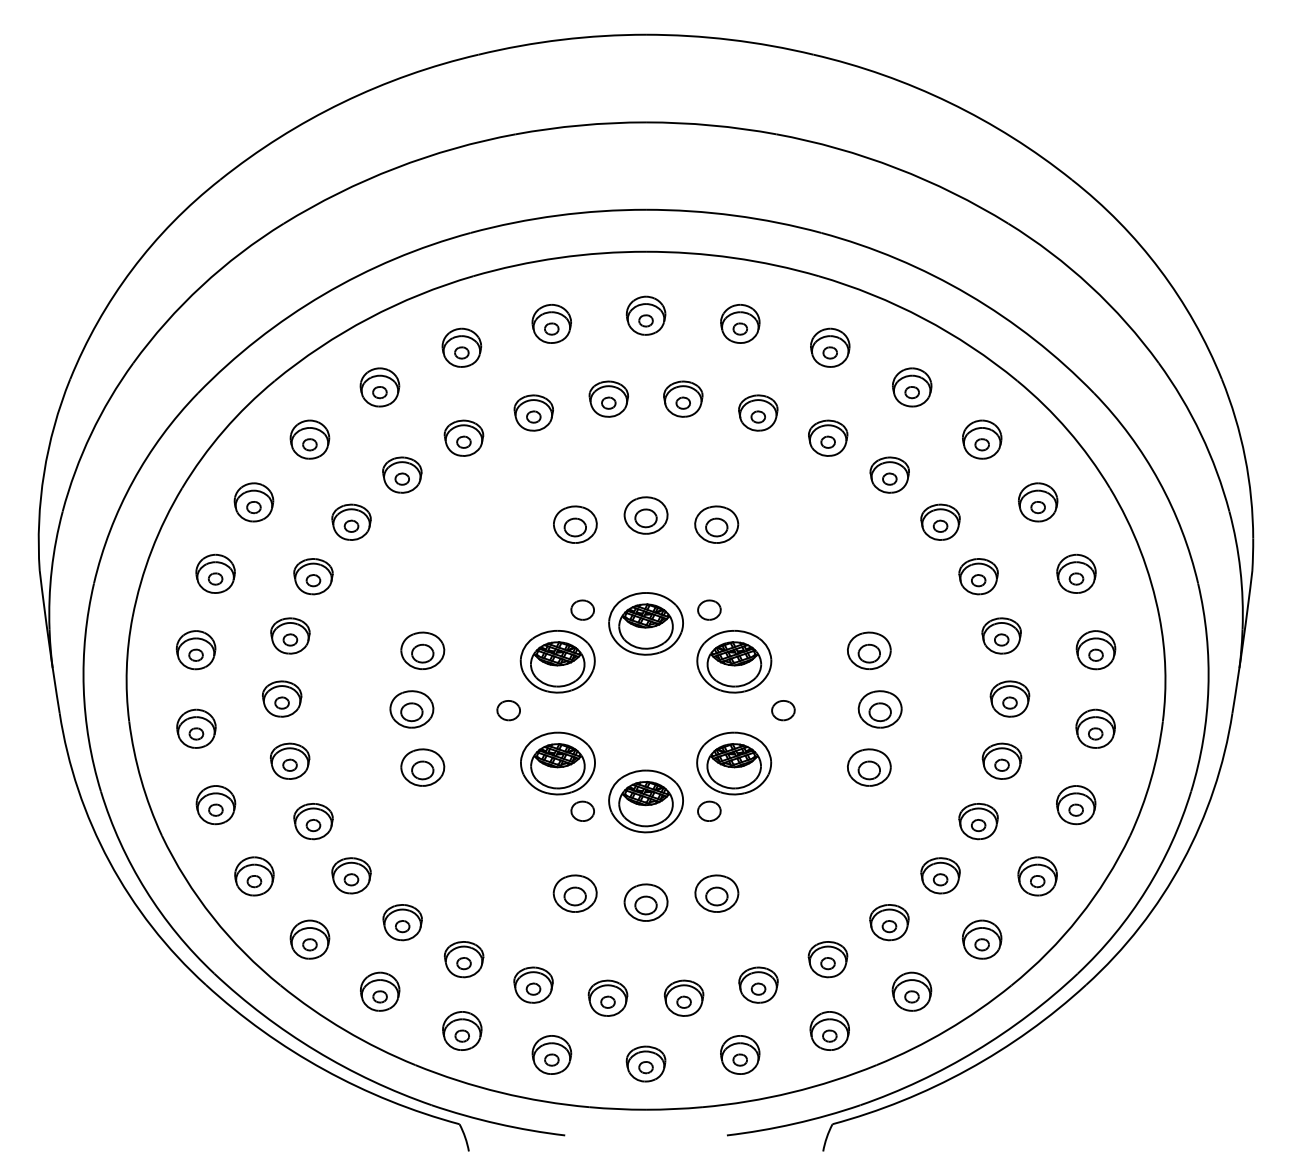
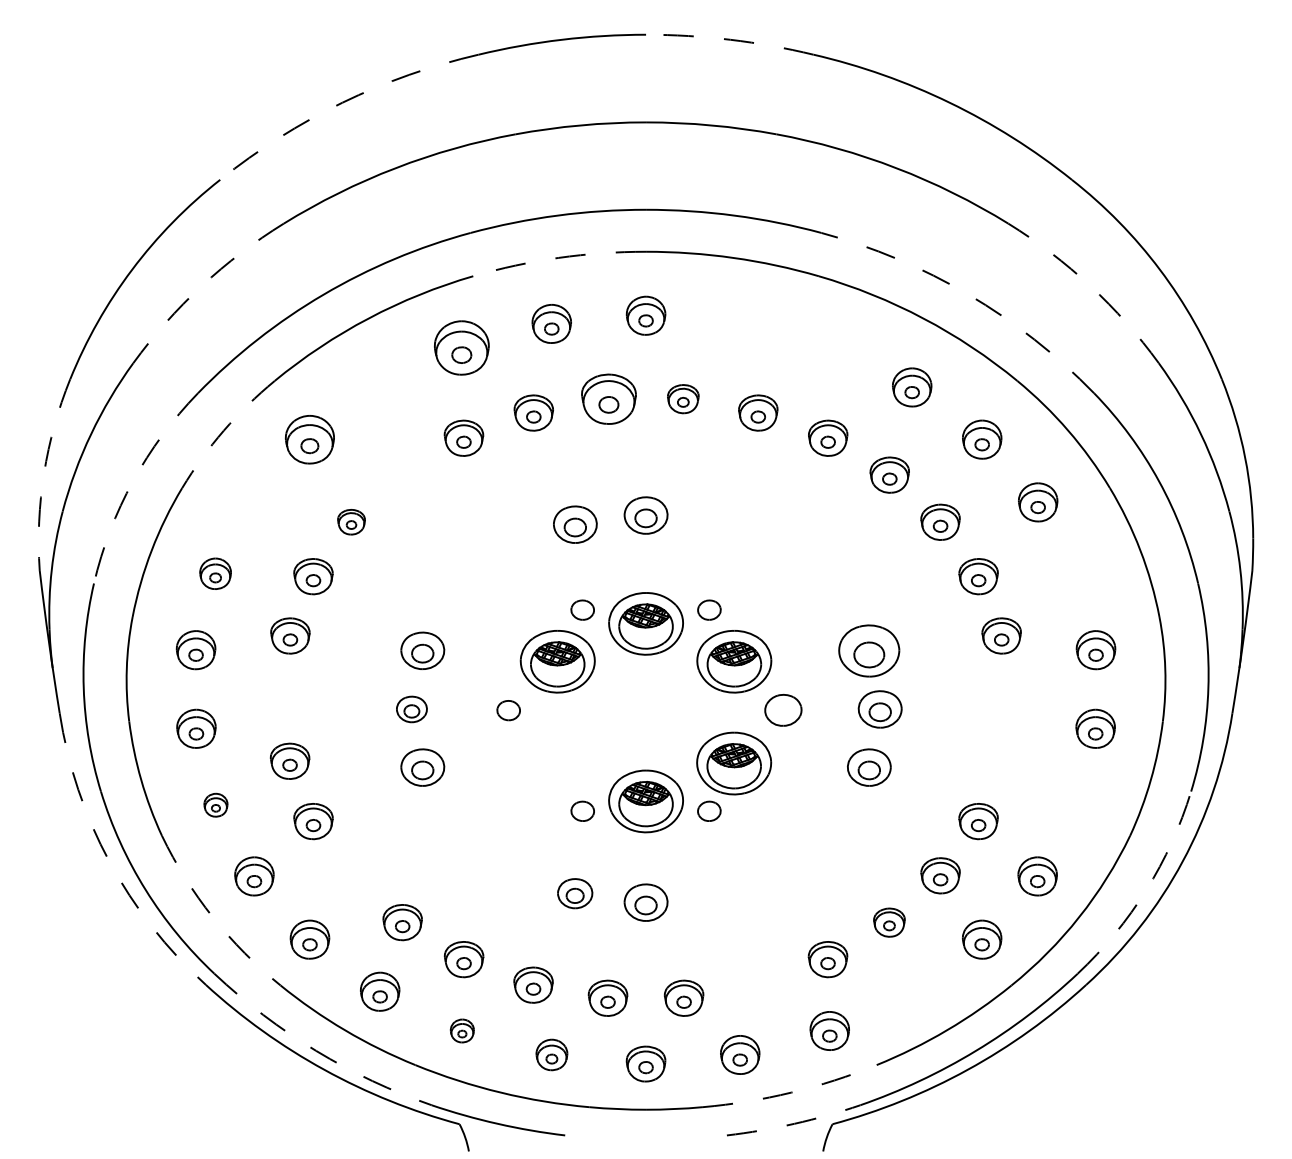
arc at (730, 39): solid -> dashed
arc at (342, 102): solid -> dashed
arc at (558, 257): solid -> dashed
arc at (201, 286): solid -> dashed
arc at (1090, 286): solid -> dashed
arc at (968, 294): solid -> dashed
part at (740, 323): present -> none
part at (461, 347) size: 42x41 px -> 56x56 px
part at (830, 347): present -> none
part at (379, 387): present -> none
part at (608, 398) size: 41x38 px -> 56x52 px
part at (683, 398) size: 41x38 px -> 33x31 px
arc at (223, 430): solid -> dashed
part at (309, 439) size: 42x41 px -> 51x50 px
arc at (44, 473): solid -> dashed
part at (402, 474): present -> none
arc at (133, 481): solid -> dashed
part at (253, 502): present -> none
part at (351, 521) size: 41x38 px -> 29x27 px
part at (716, 524): present -> none
part at (215, 573) size: 41x41 px -> 33x33 px
part at (1076, 573): present -> none
part at (869, 650) size: 45x39 px -> 63x54 px
part at (282, 698): present -> none
part at (1009, 698): present -> none
part at (411, 709) size: 46x39 px -> 32x29 px
part at (783, 710) size: 25x22 px -> 39x33 px
part at (1001, 760): present -> none
part at (557, 763): present -> none
part at (215, 805) size: 42x41 px -> 26x26 px
part at (1076, 805): present -> none
arc at (109, 861): solid -> dashed
part at (351, 875): present -> none
arc at (1146, 890): solid -> dashed
part at (574, 893) size: 46x39 px -> 37x32 px
part at (716, 893): present -> none
arc at (212, 917): solid -> dashed
part at (889, 922) size: 41x38 px -> 33x31 px
part at (758, 984): present -> none
part at (911, 991): present -> none
part at (462, 1030) size: 41x40 px -> 26x26 px
arc at (316, 1050): solid -> dashed
part at (551, 1054) size: 42x40 px -> 34x34 px
arc at (791, 1092): solid -> dashed
arc at (794, 1123): solid -> dashed
